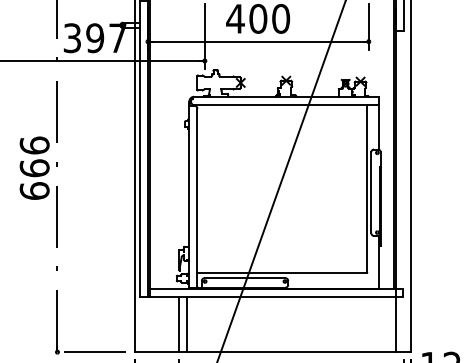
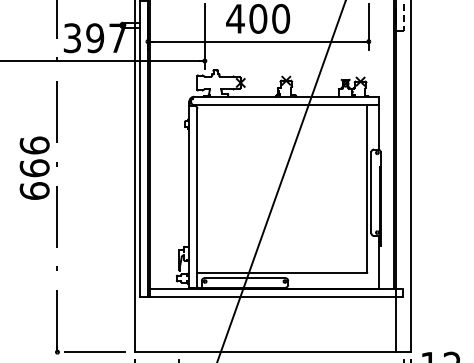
line at (404, 16): solid -> dashed
line at (178, 324): present -> none
line at (187, 324): present -> none
